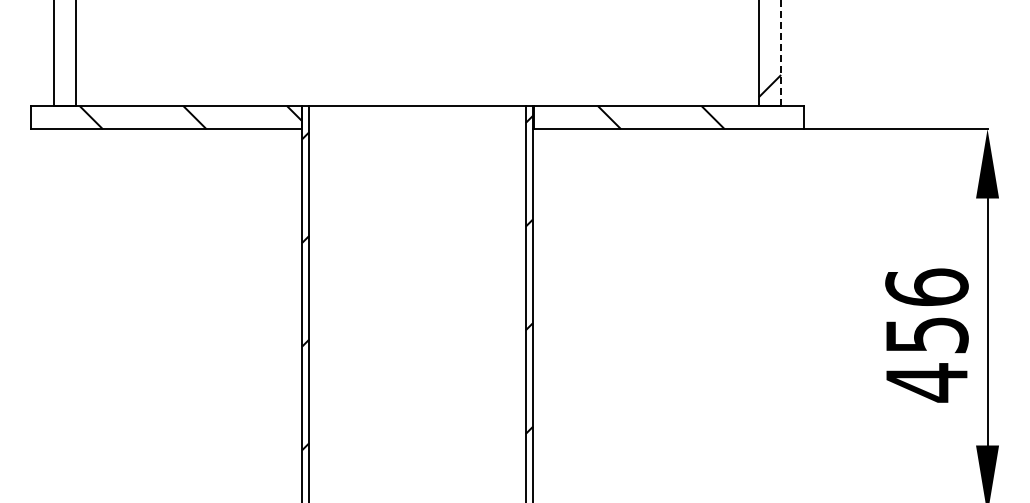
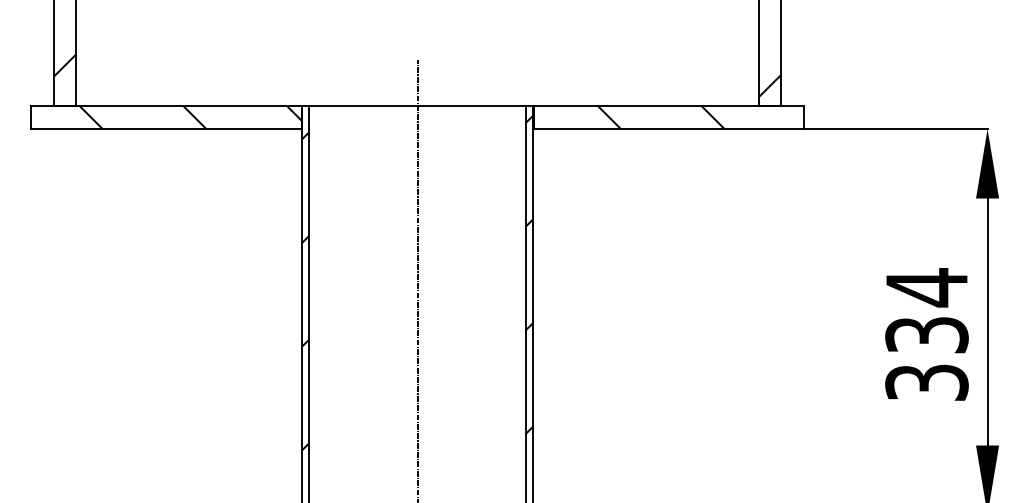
line at (781, 53): dashed -> solid
hatch at (64, 65): none -> present
line at (417, 279): none -> present
text at (926, 335): 456 -> 334
